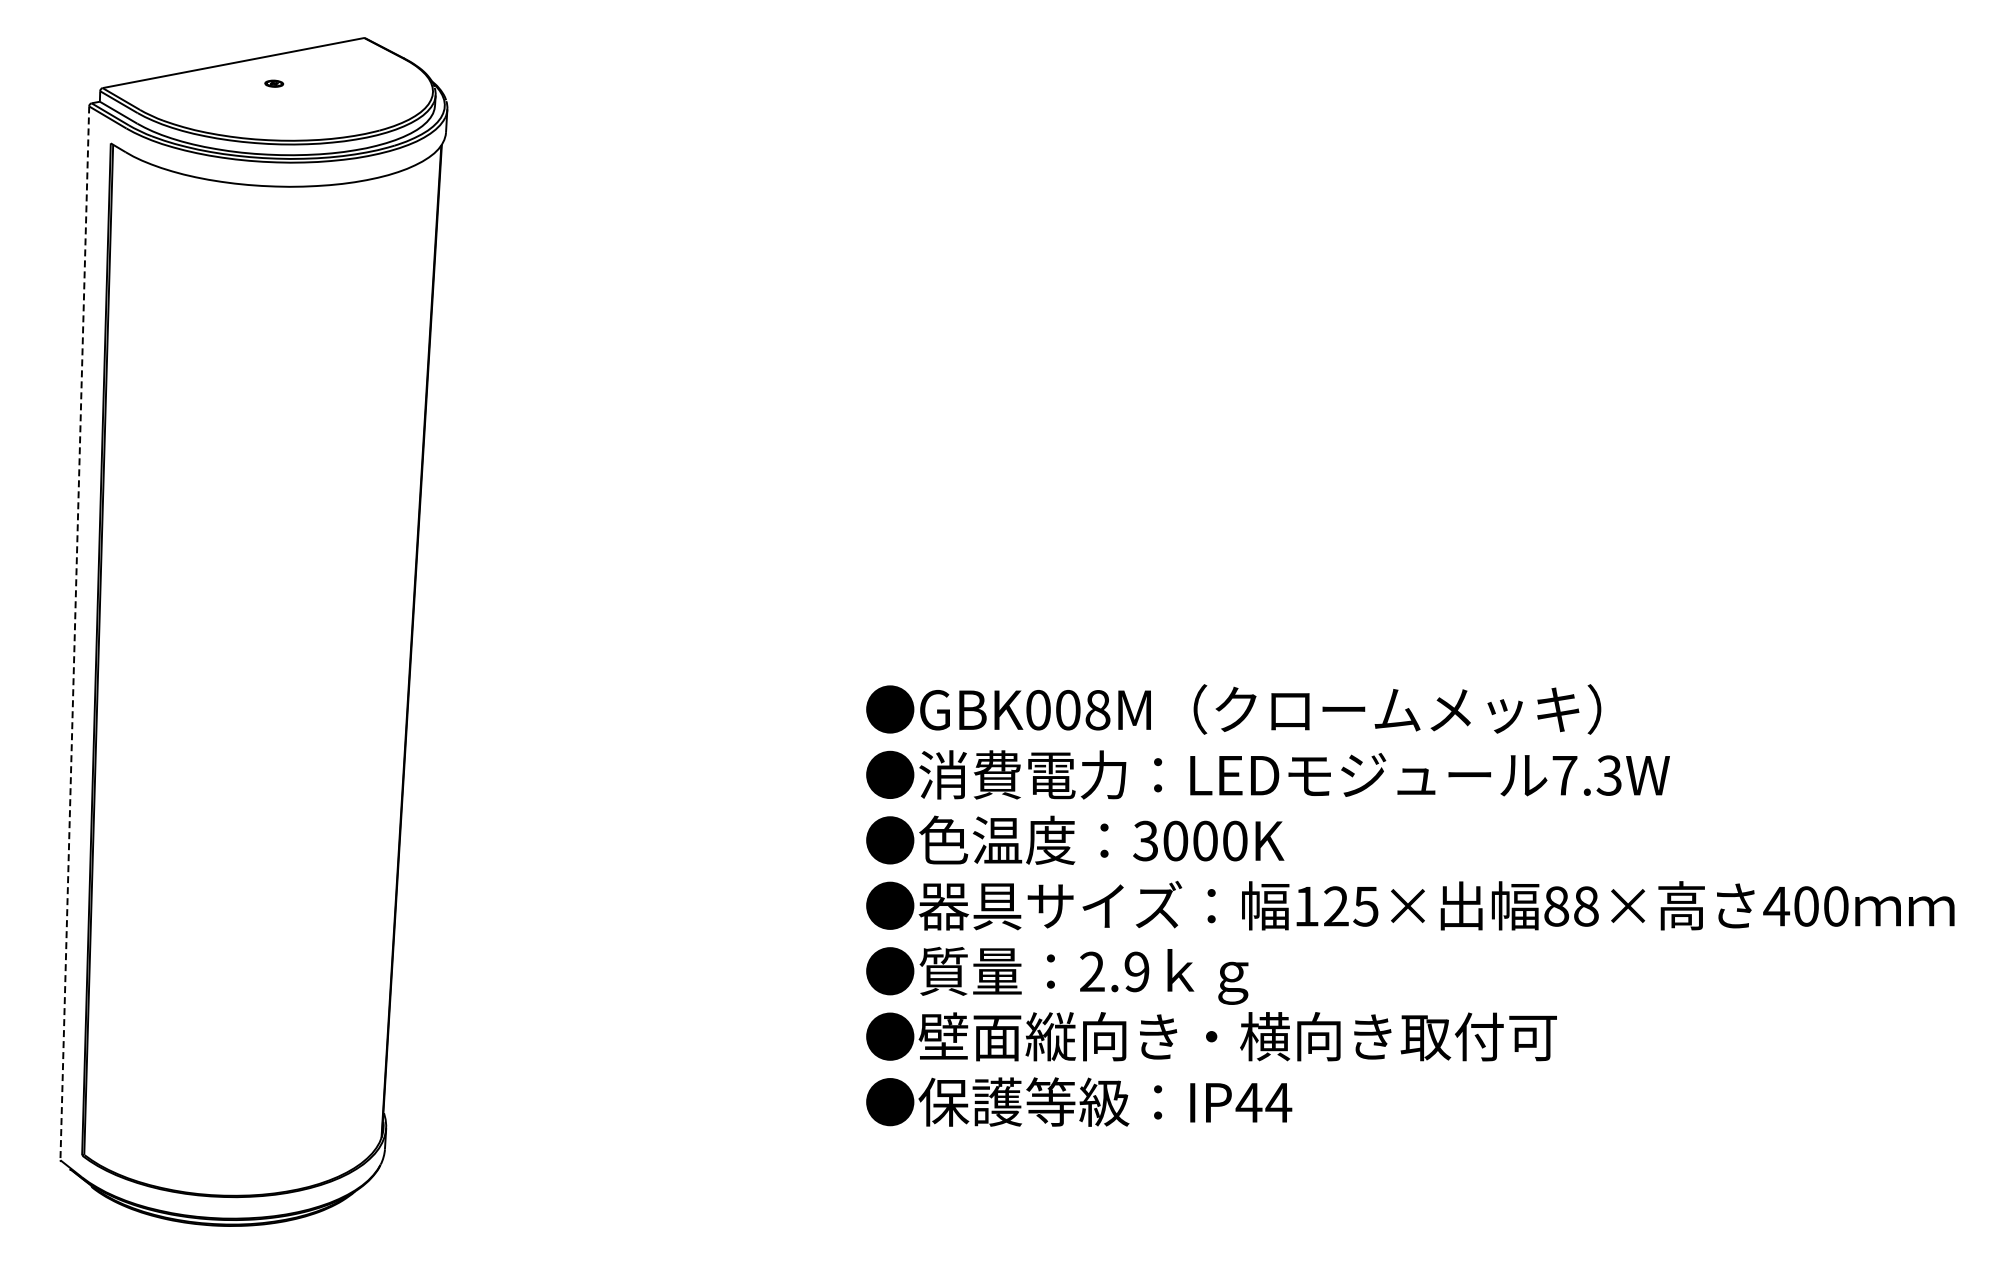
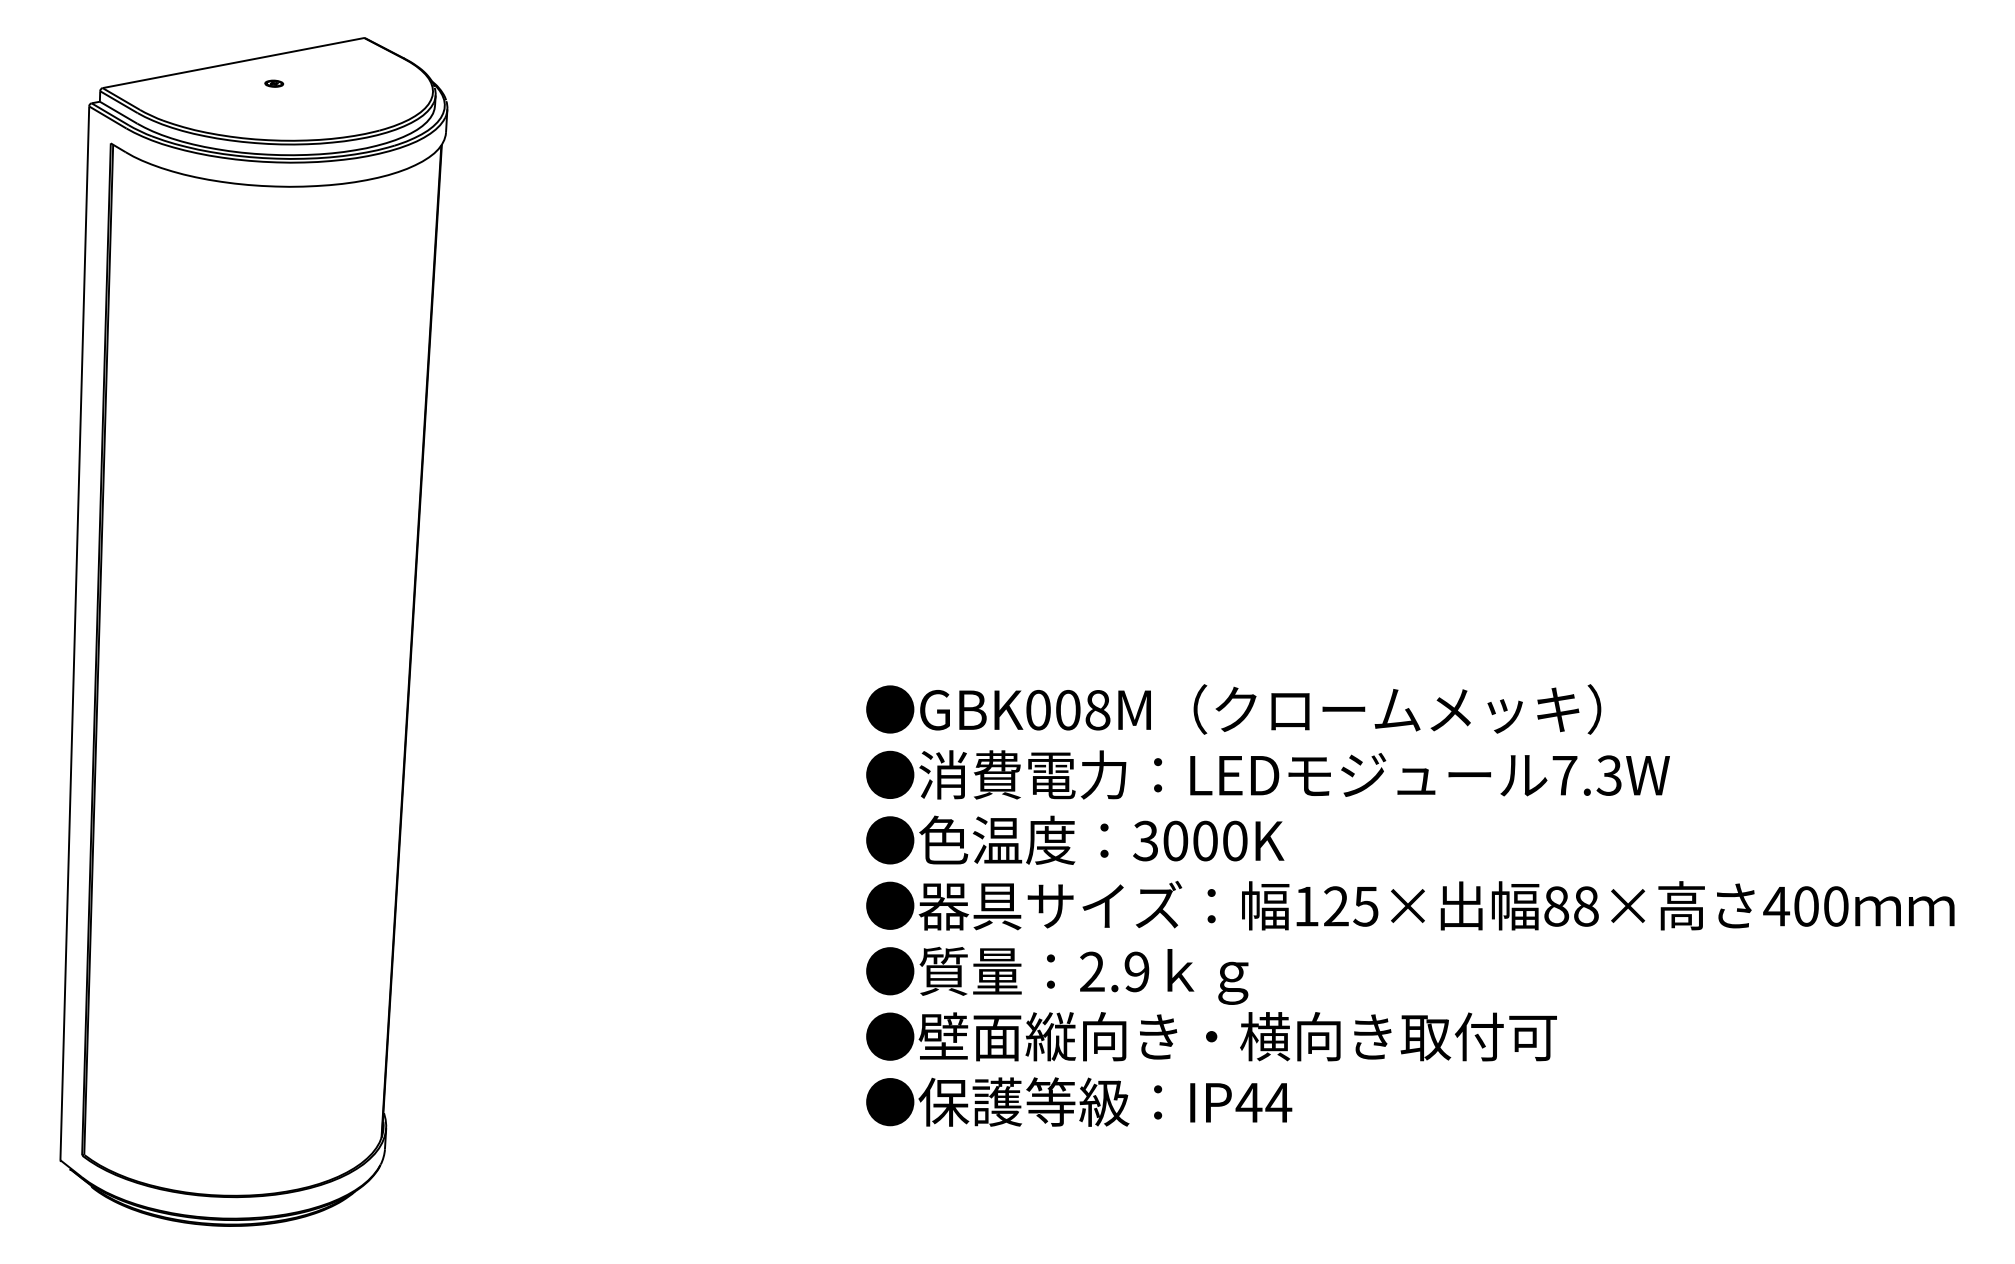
line at (74, 633): dashed -> solid
